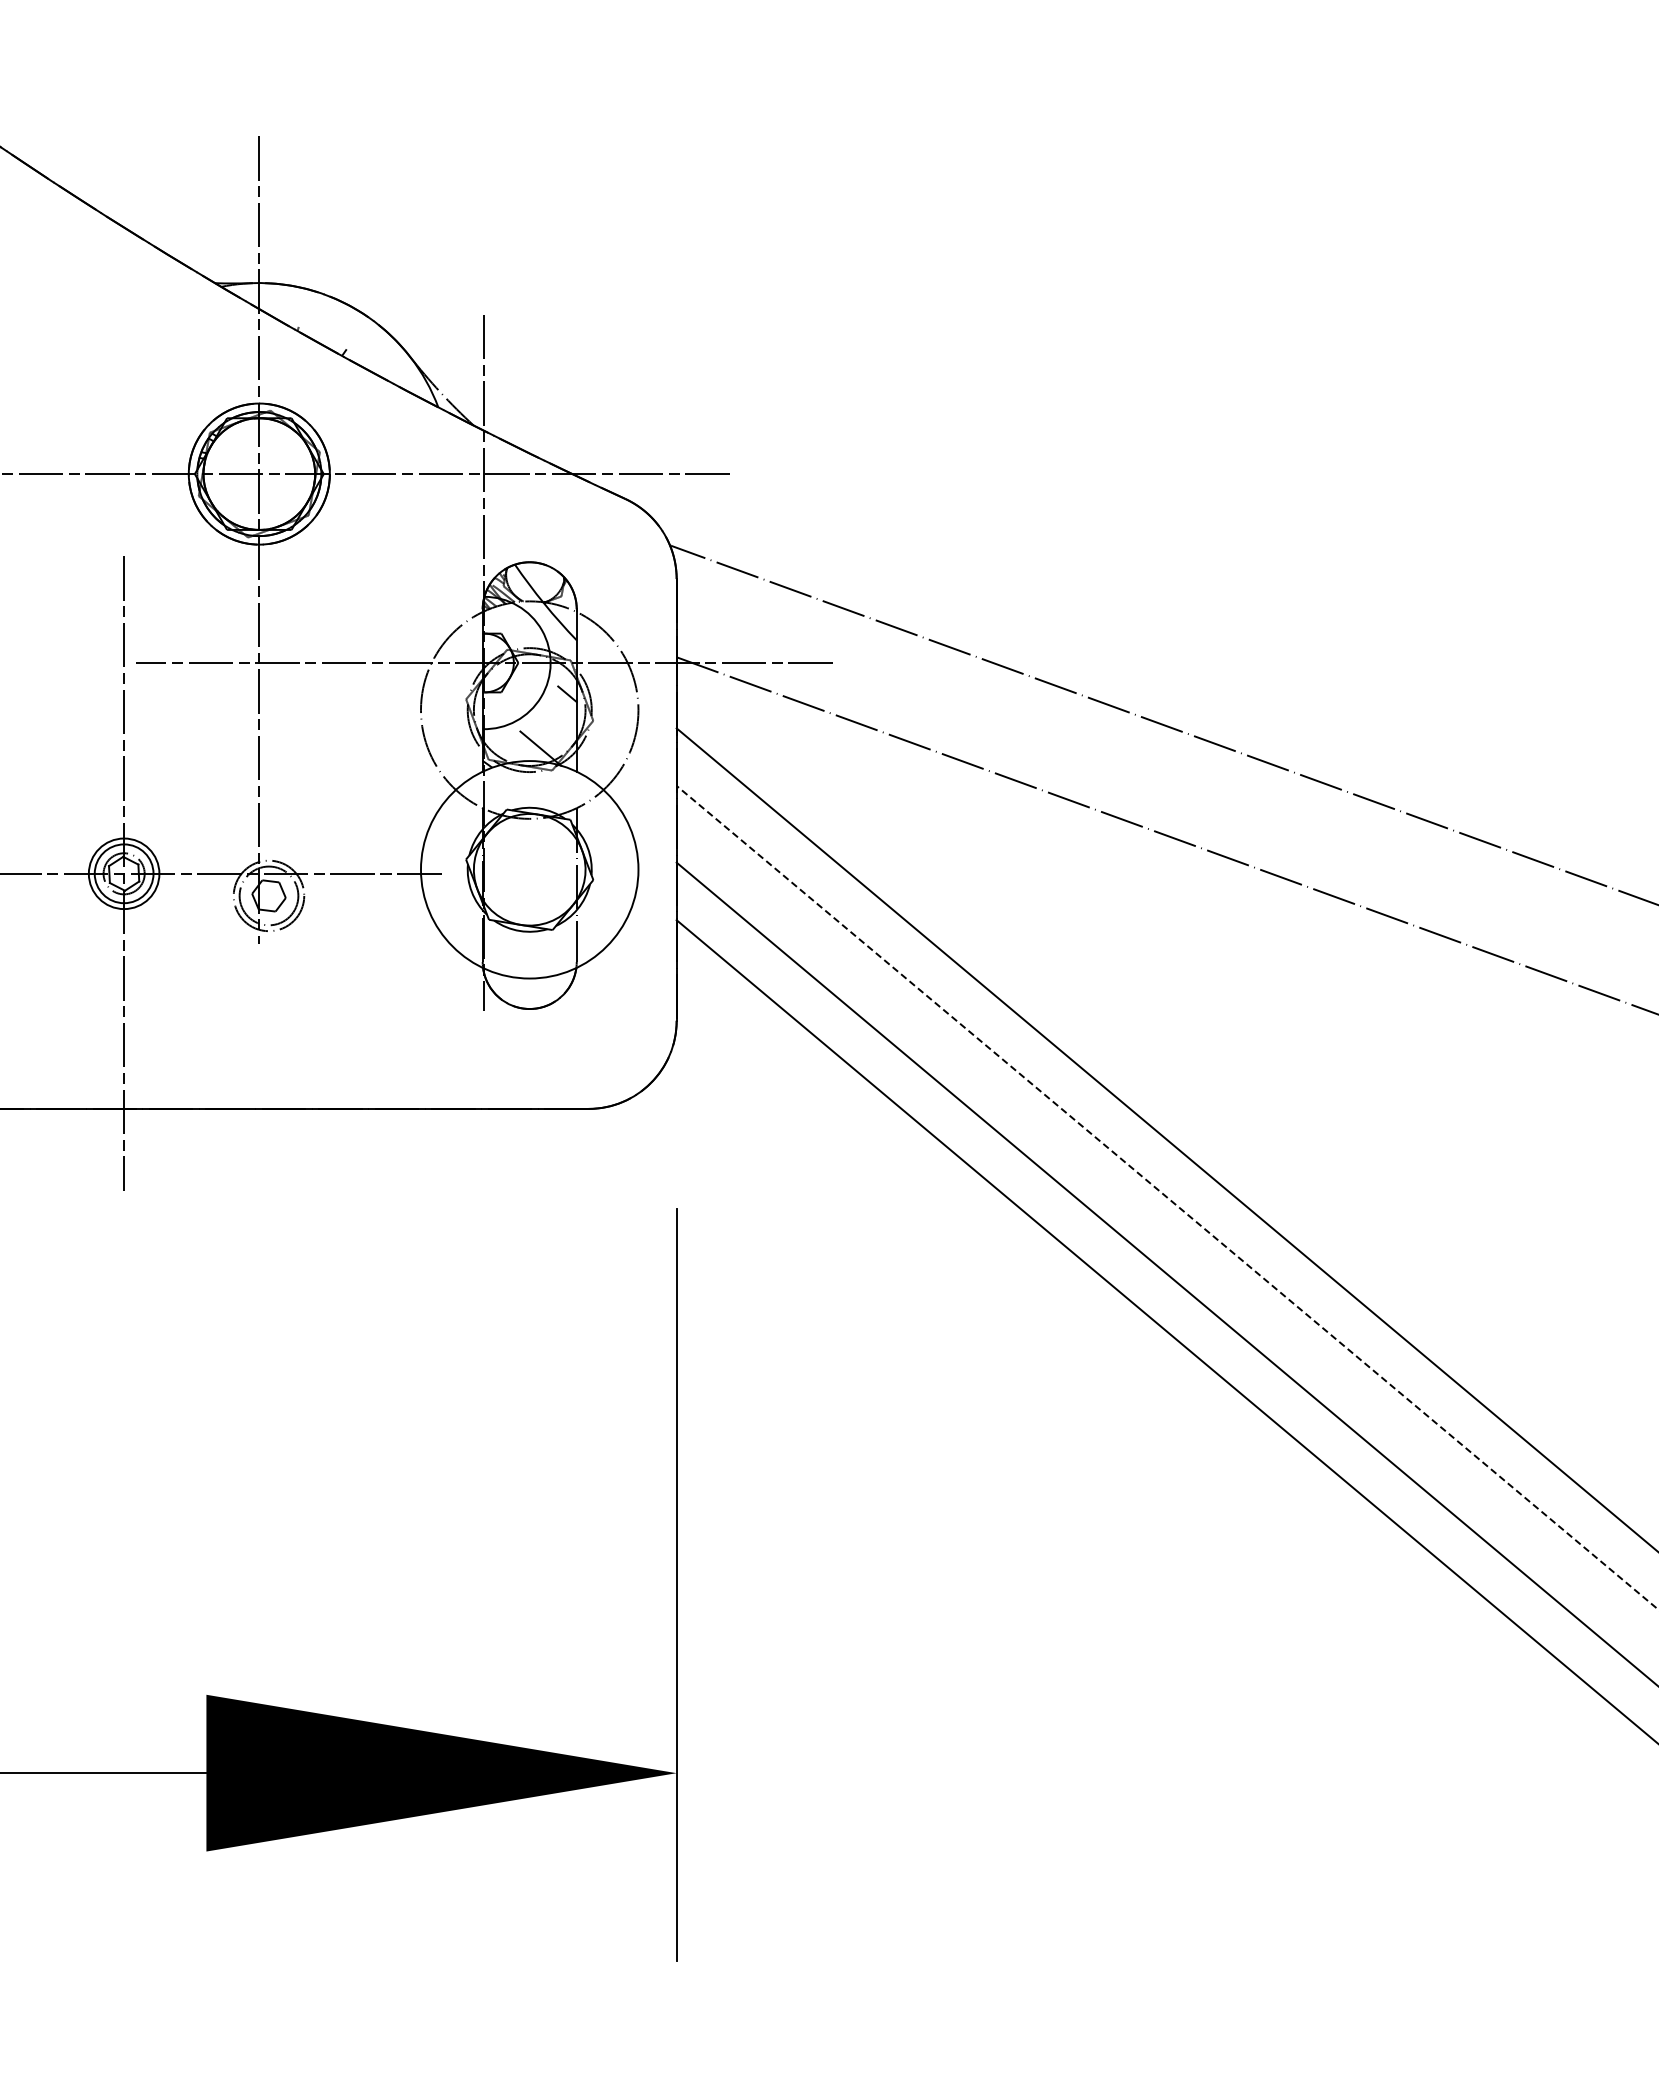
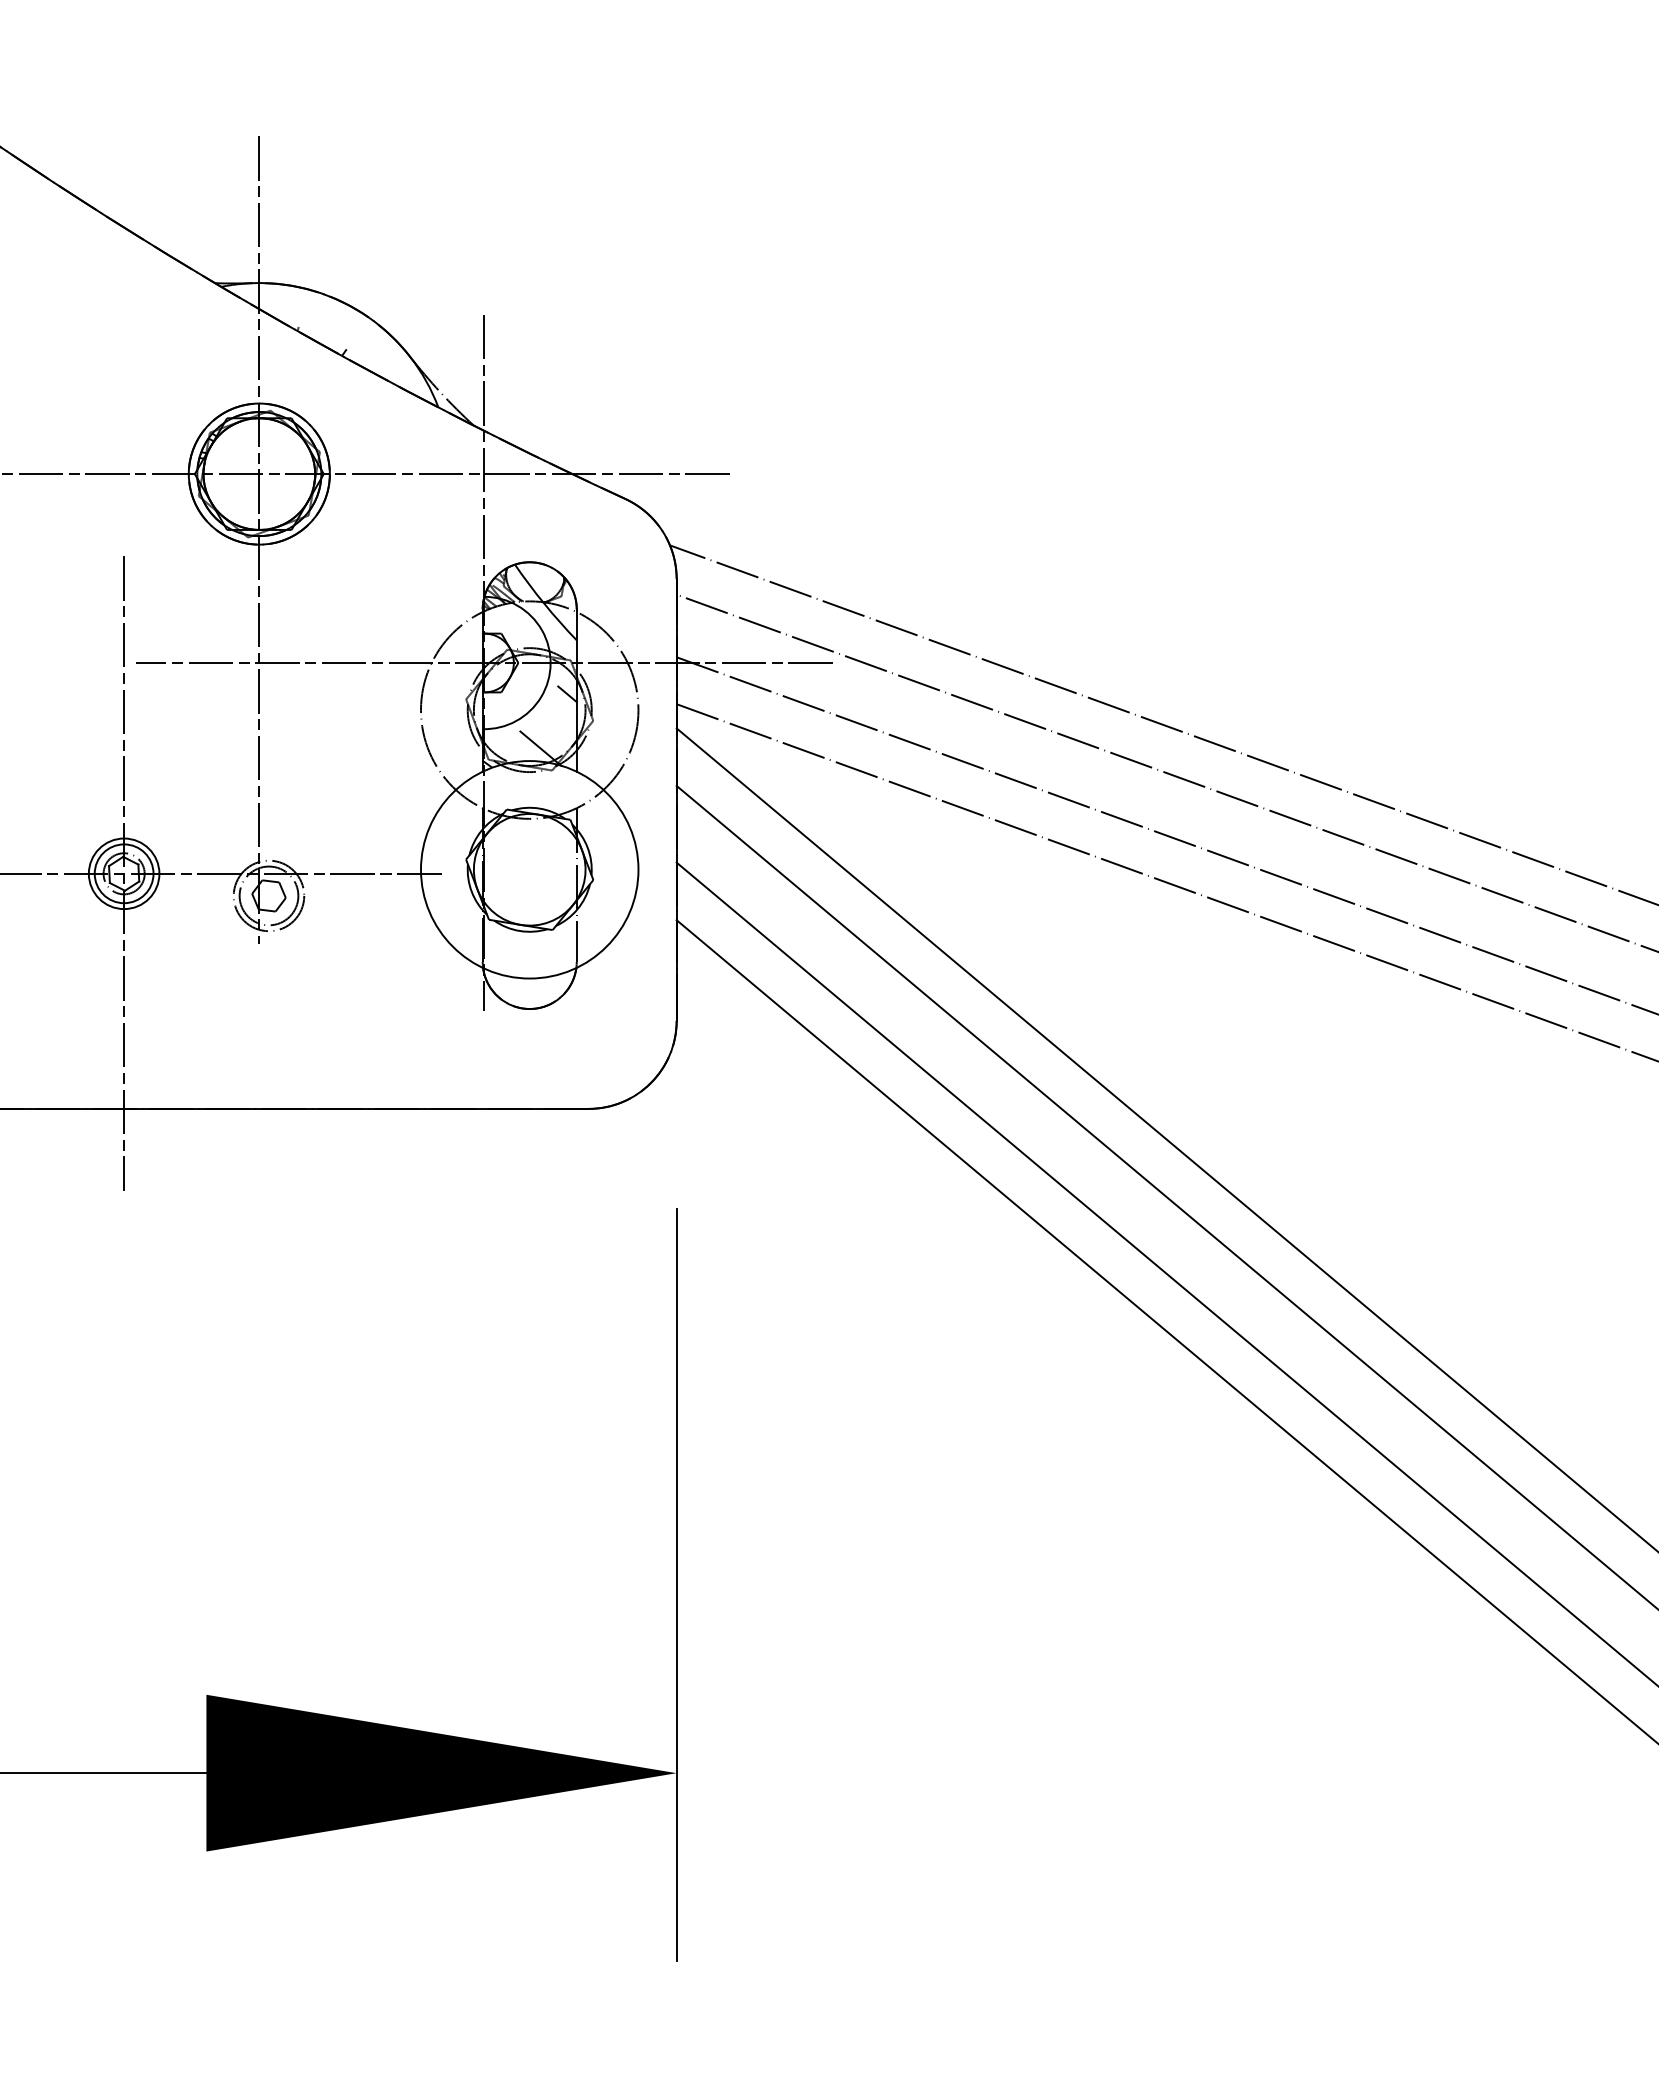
line at (1165, 772): none -> present
line at (1165, 882): none -> present
line at (1167, 1197): dashed -> solid
